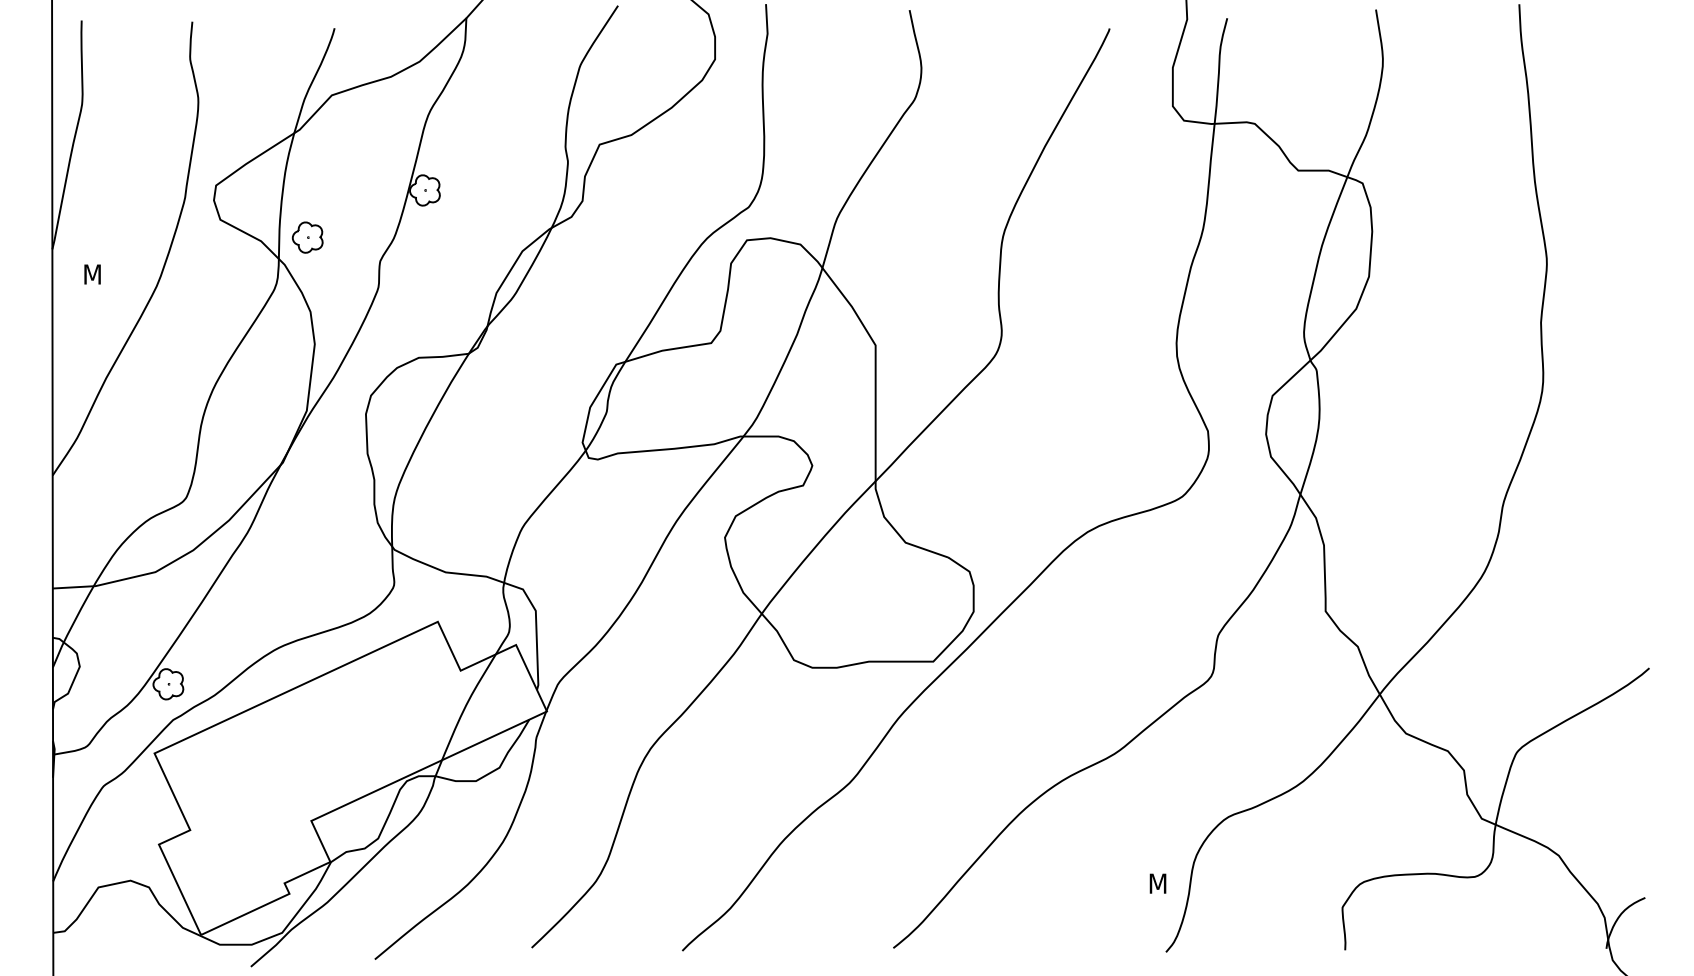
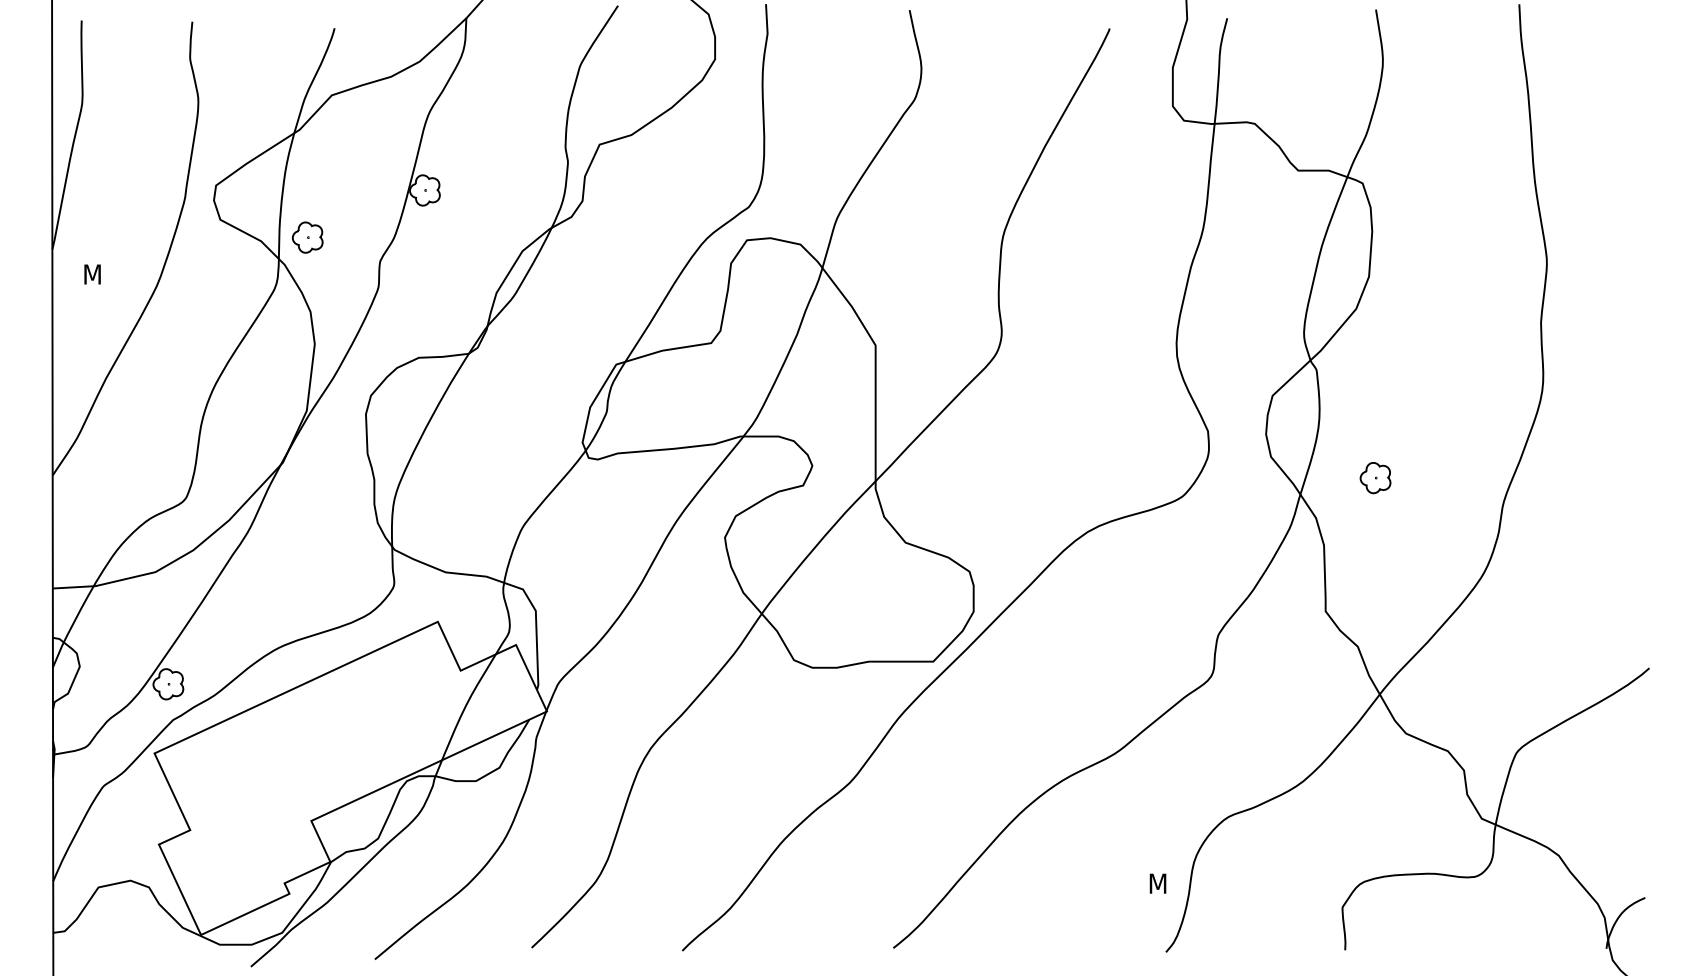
part at (1375, 478): none -> present
